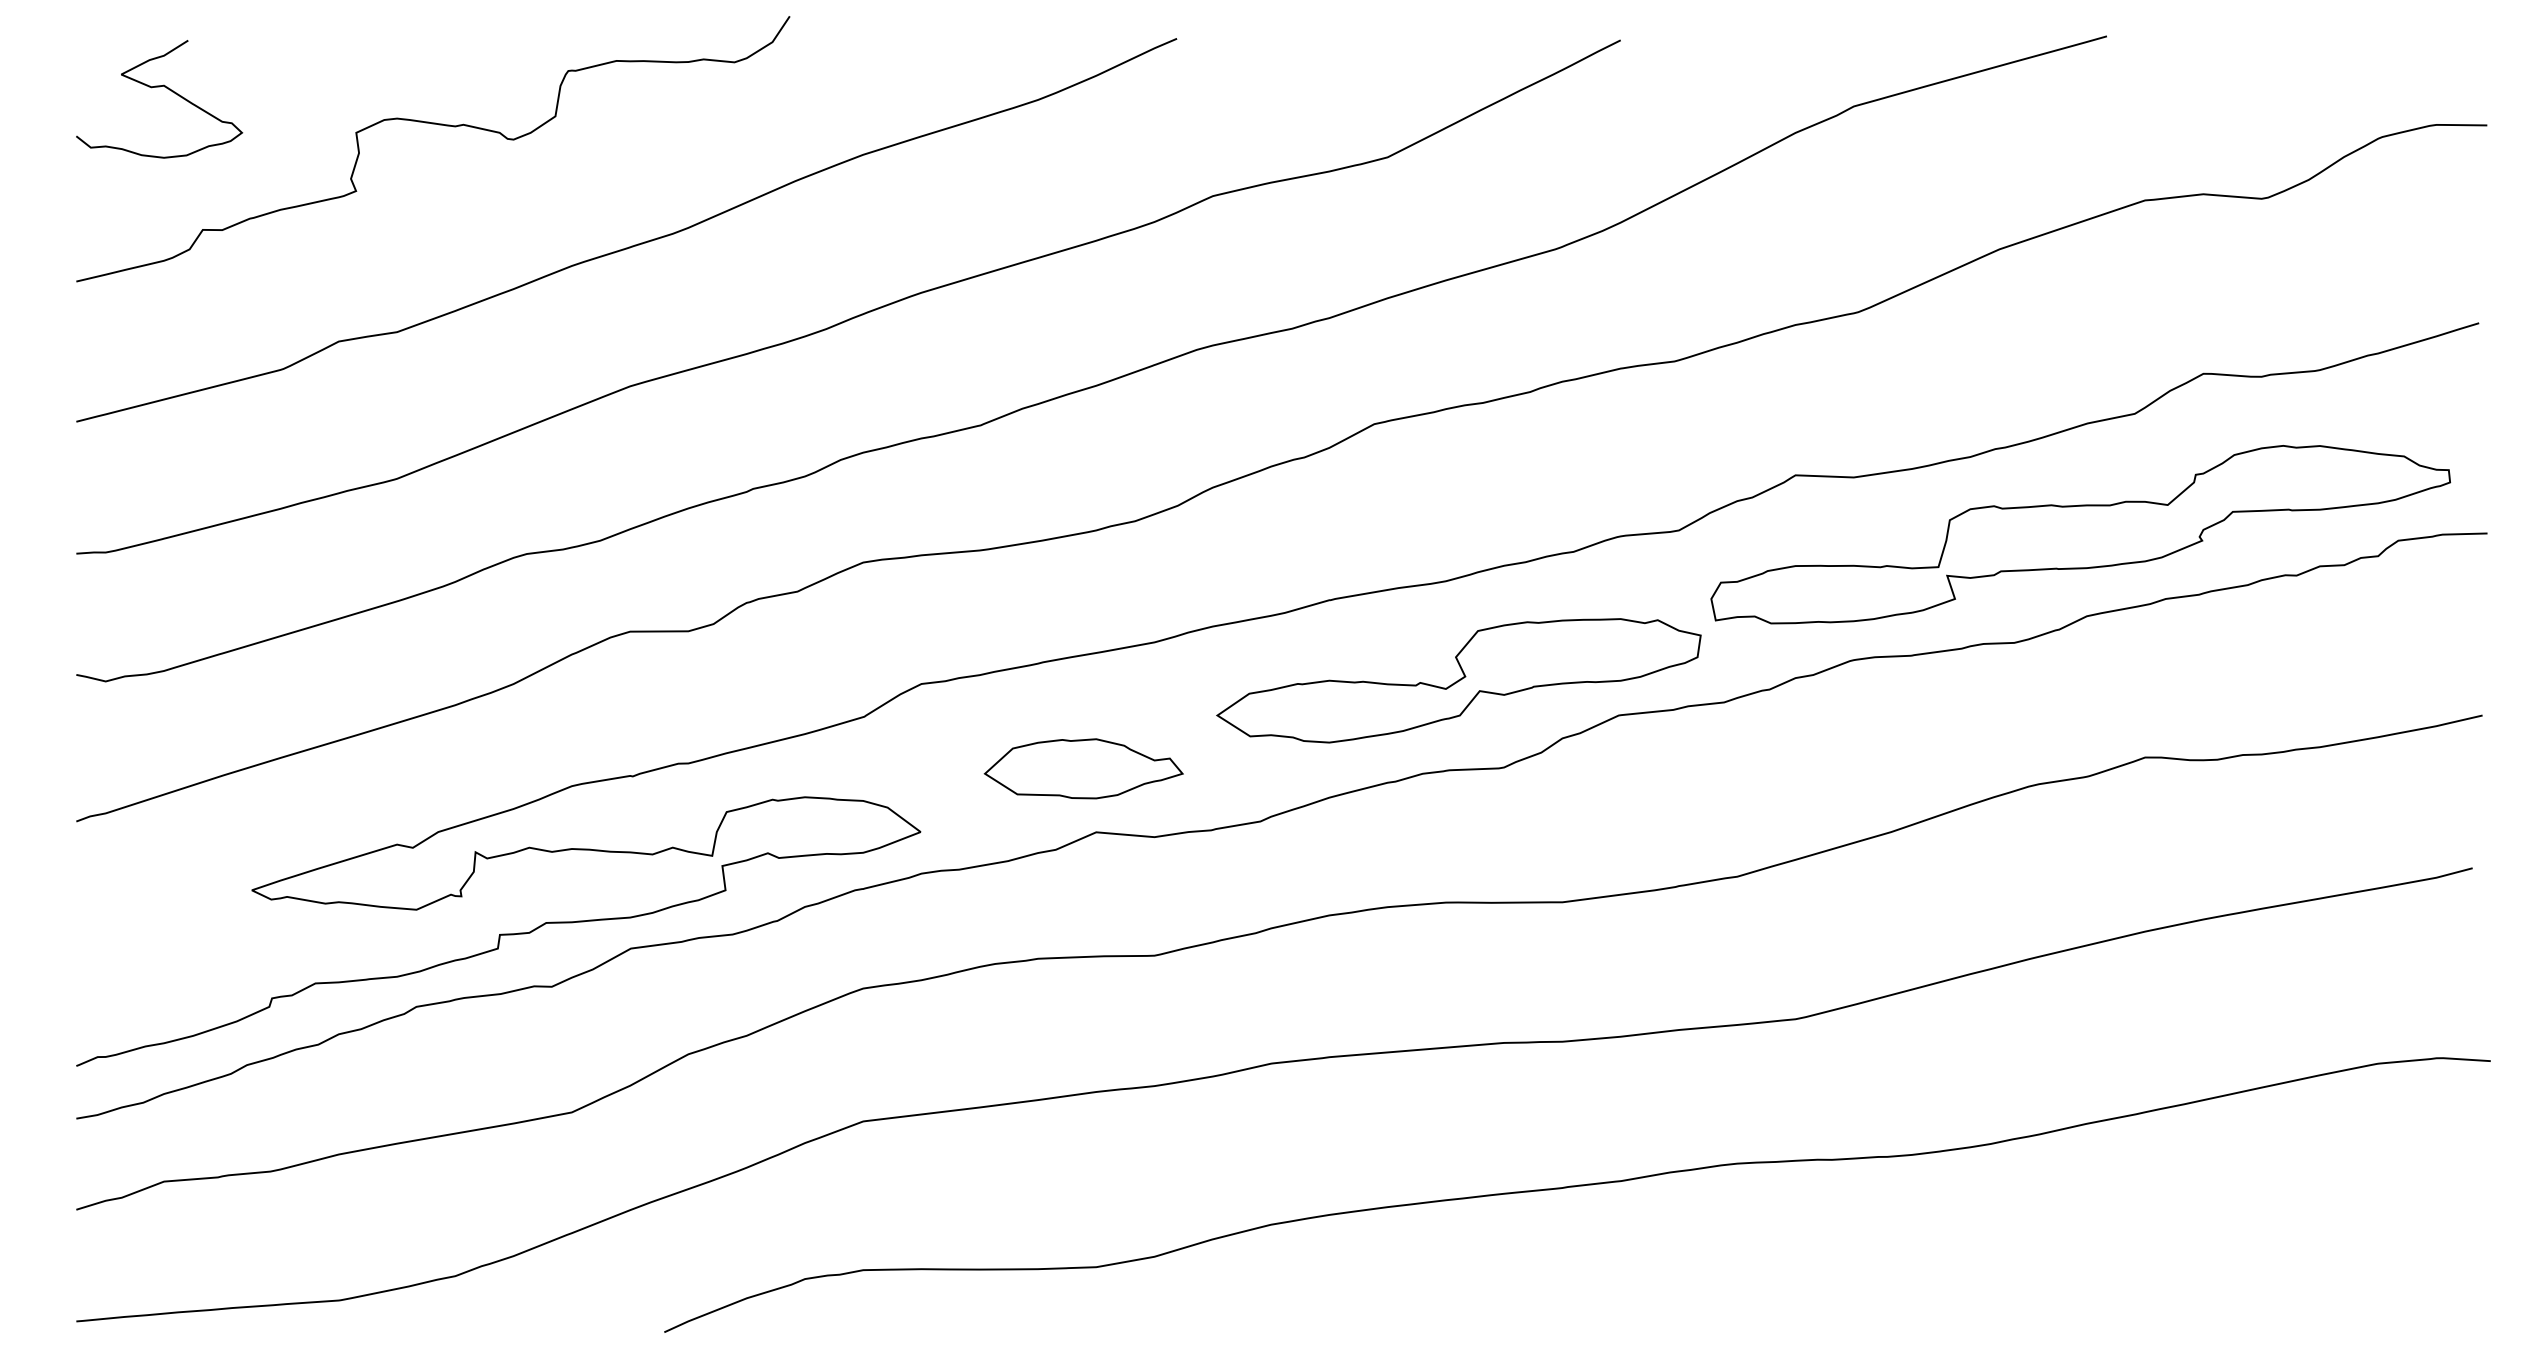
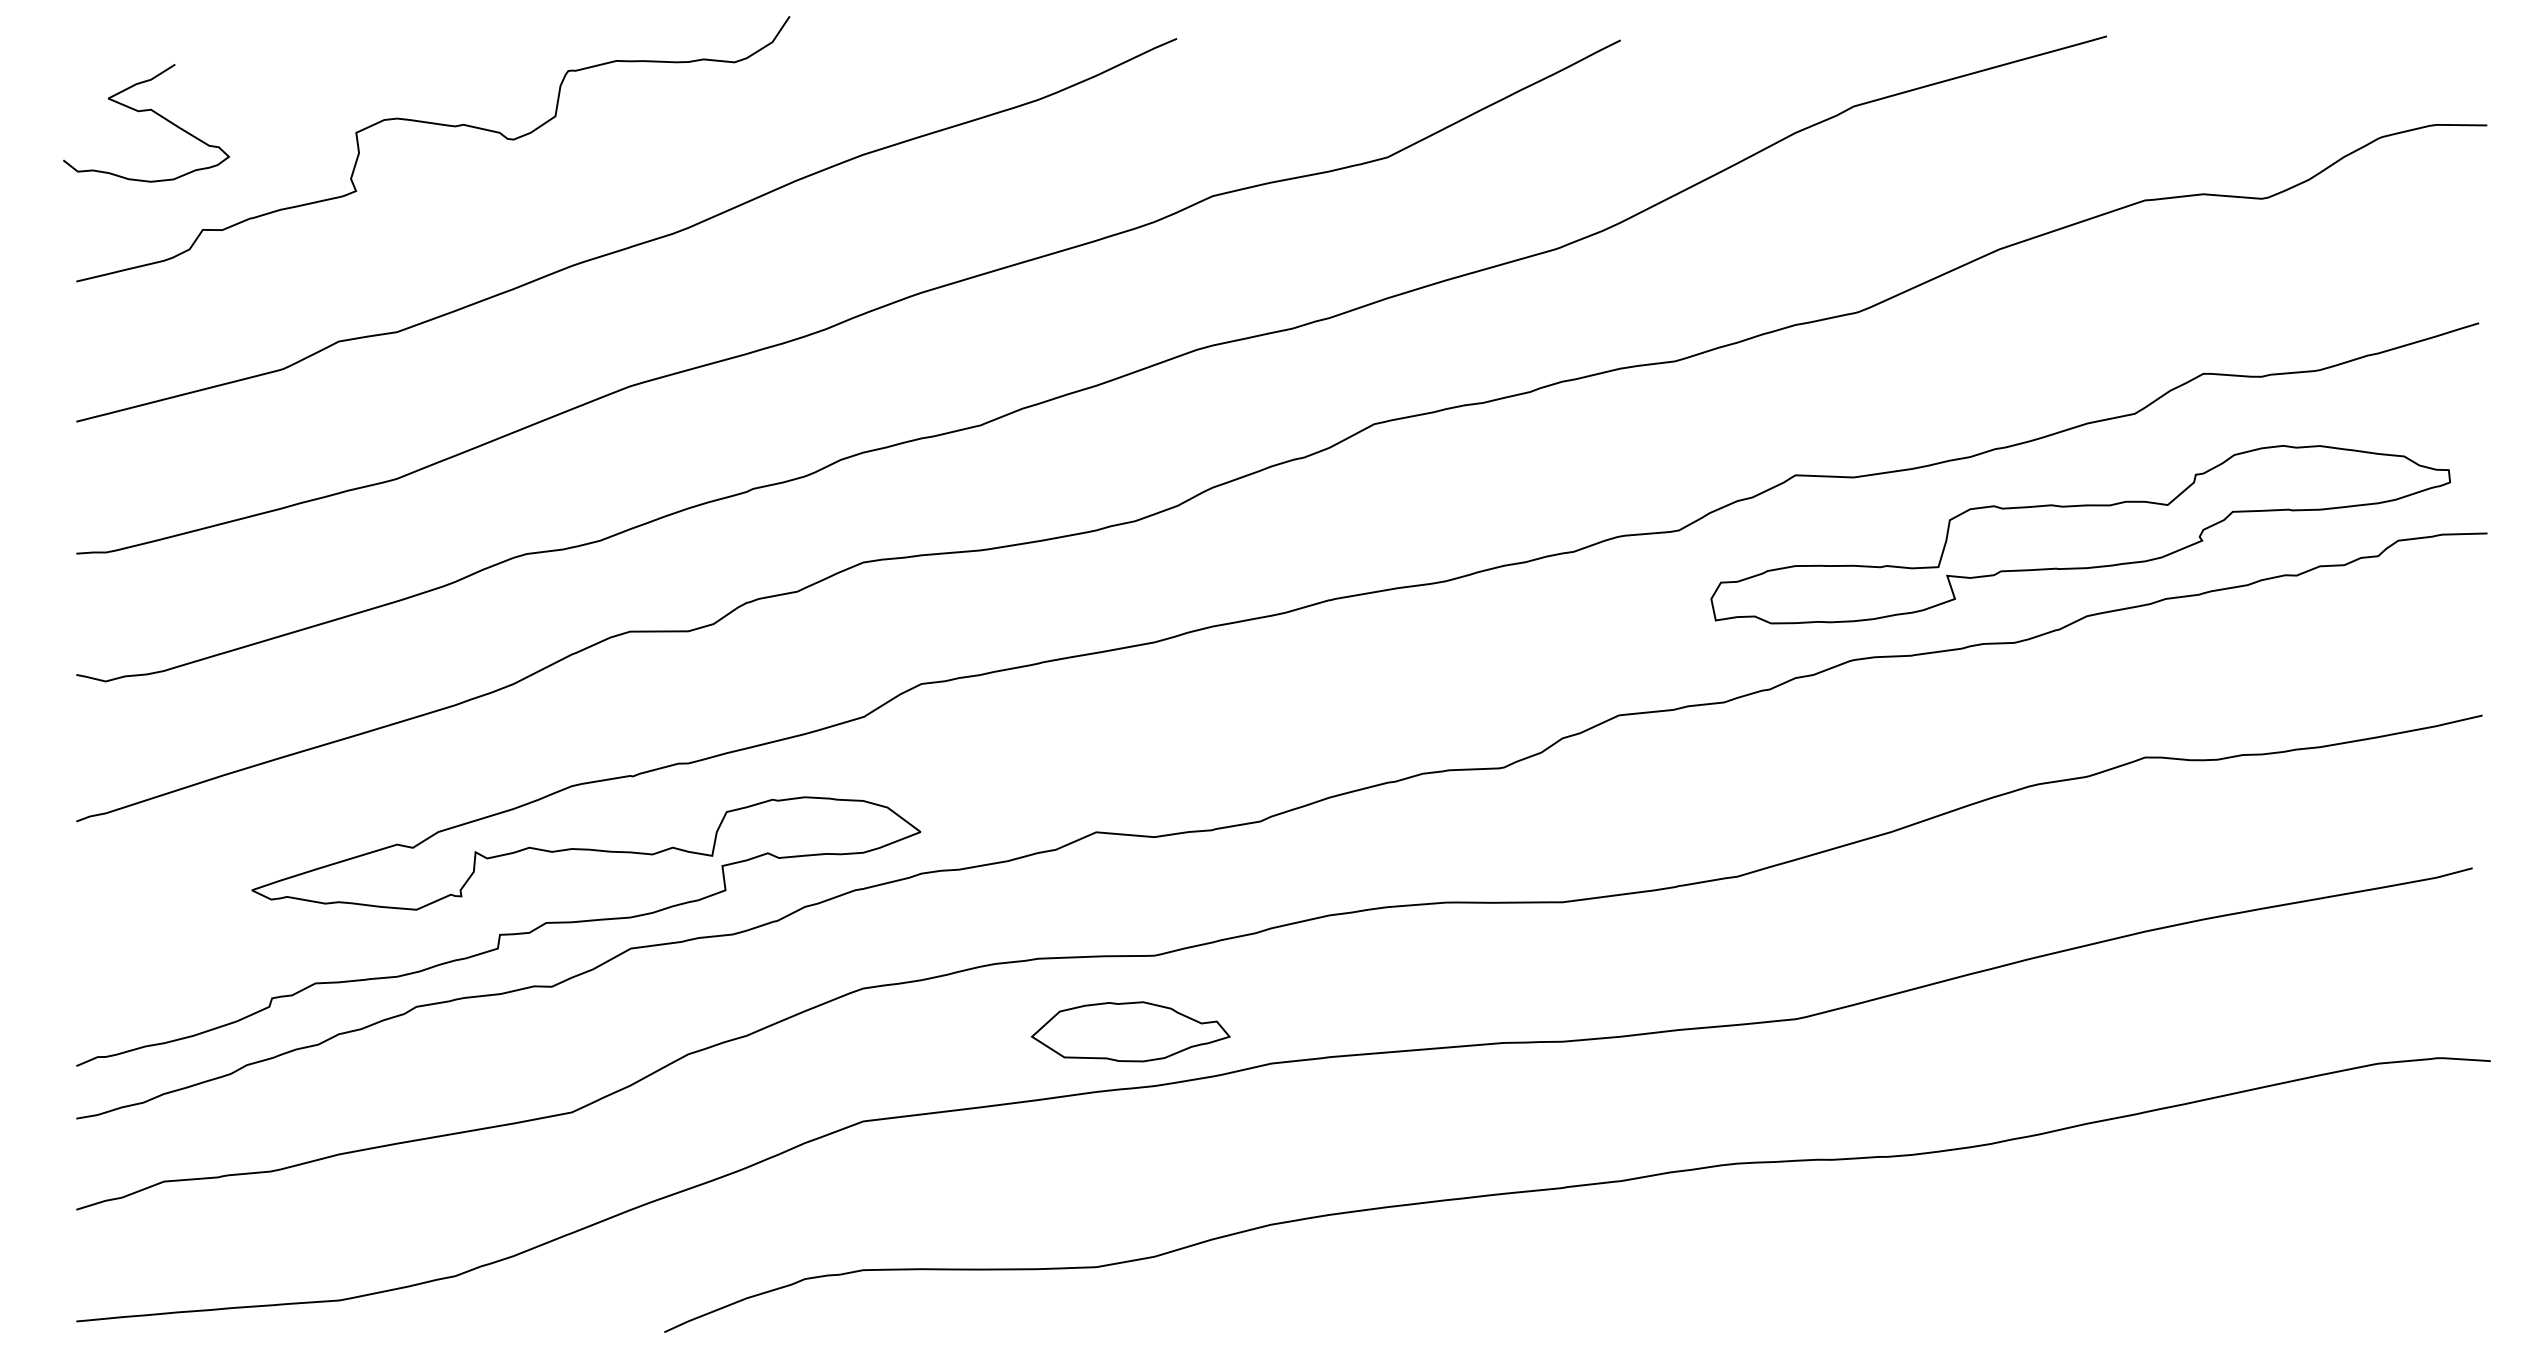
curve at (159, 87) position: (159, 87) -> (146, 111)
part at (1458, 680): present -> none
part at (1083, 768) position: (1083, 768) -> (1130, 1031)
